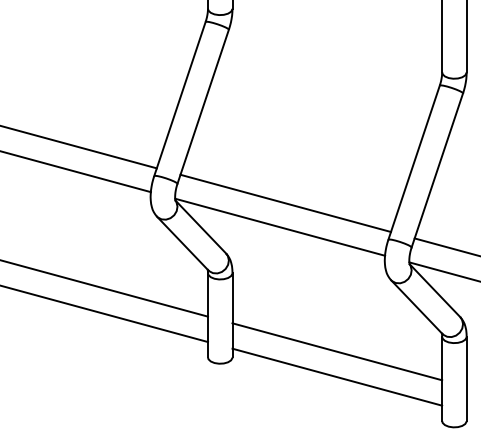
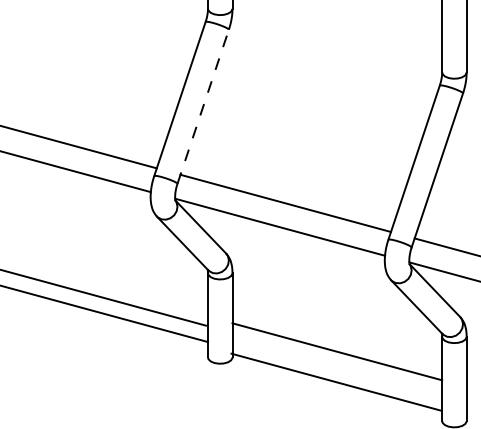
line at (203, 106): solid -> dashed
line at (104, 288) position: (104, 288) -> (103, 297)
line at (337, 376) position: (337, 376) -> (336, 381)
